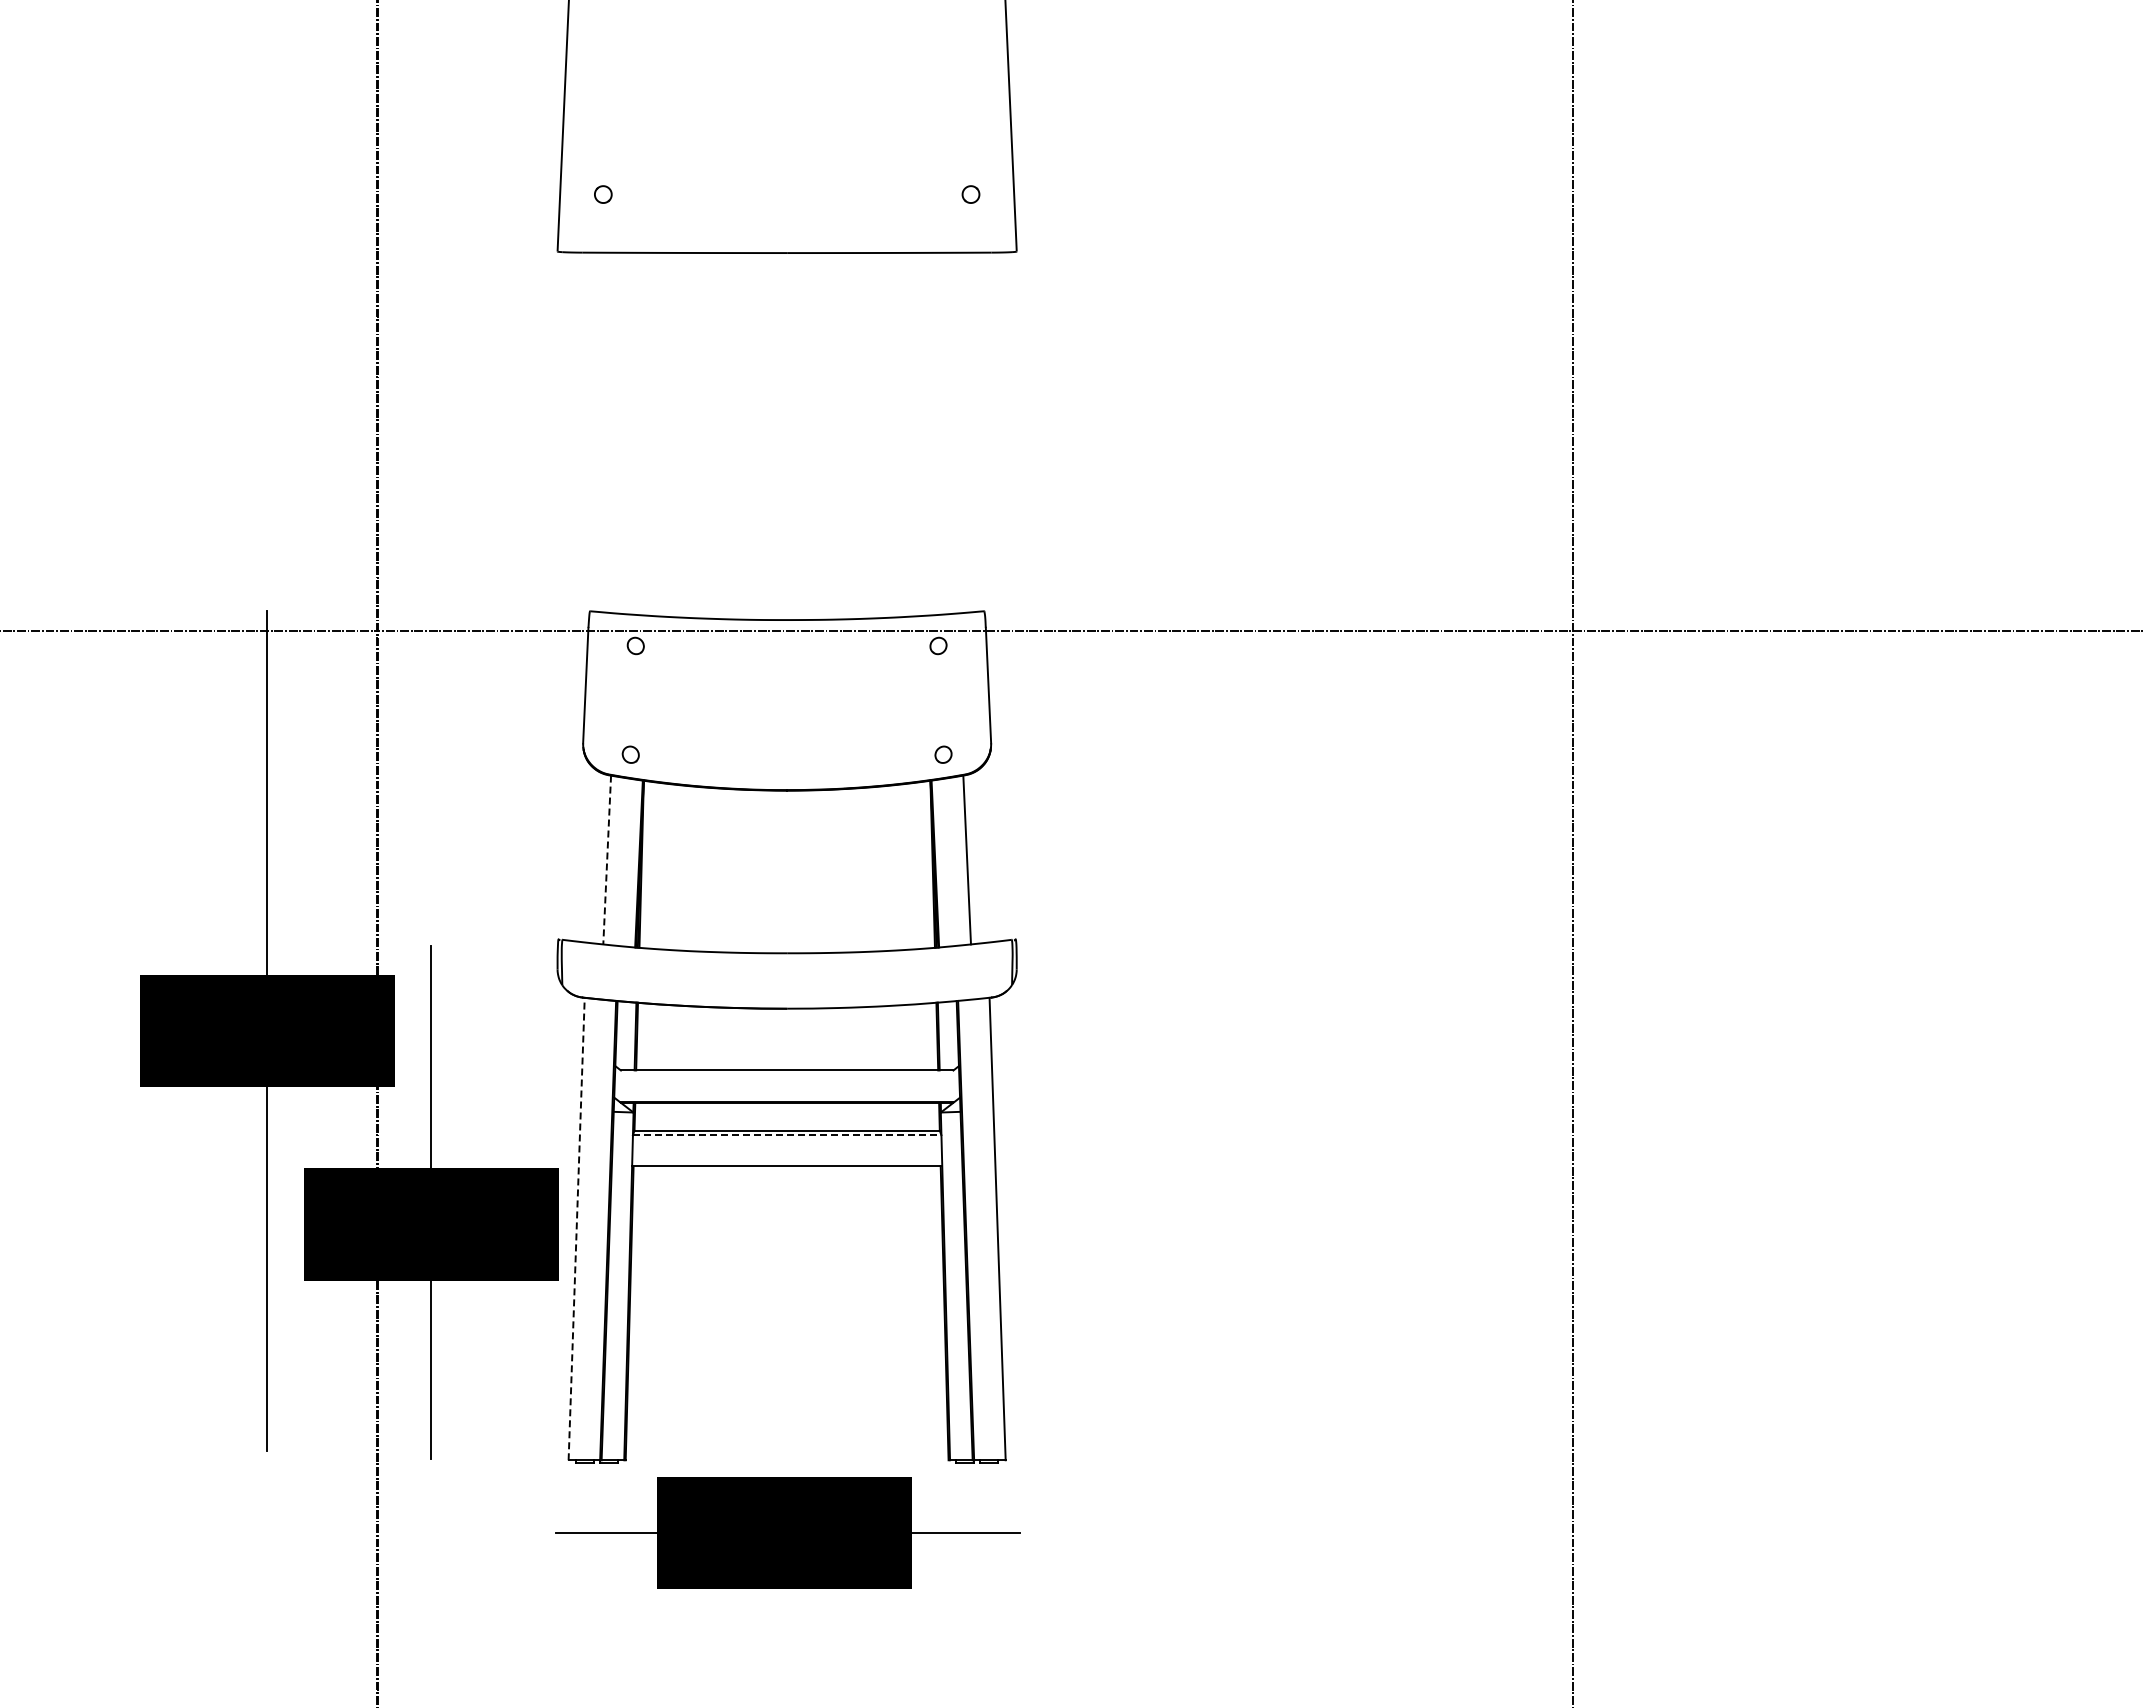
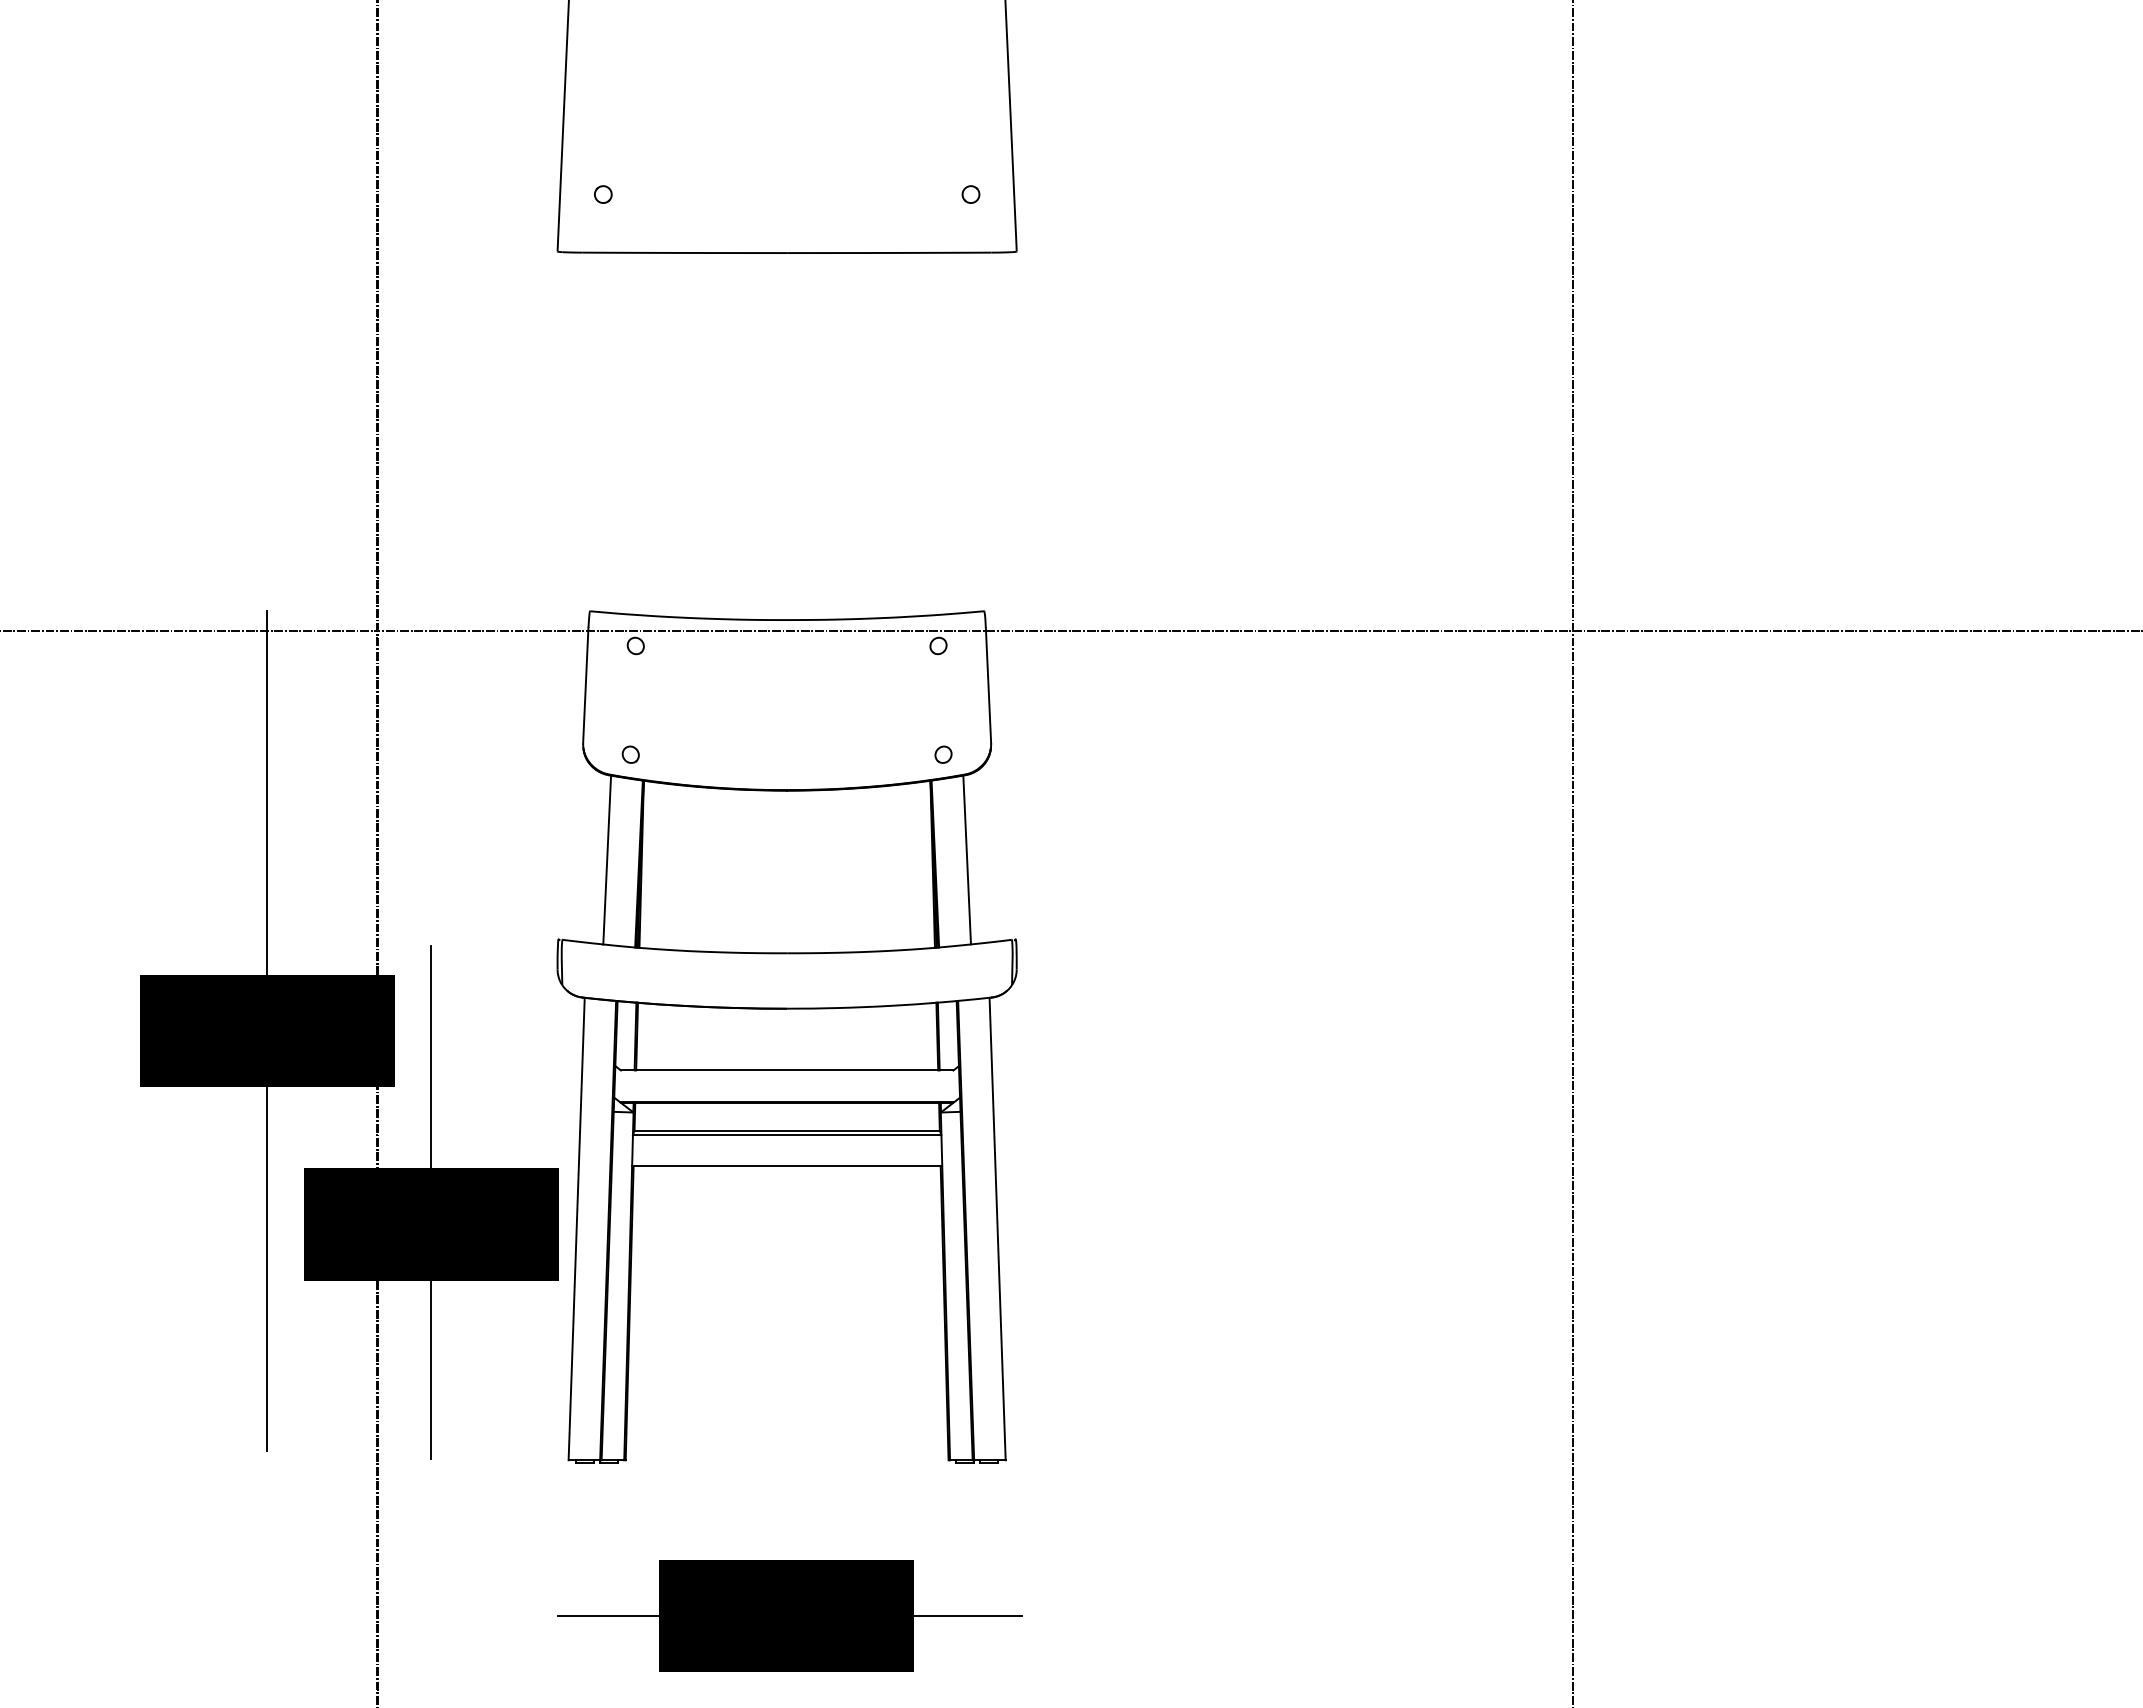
line at (607, 860): dashed -> solid
line at (787, 1135): dashed -> solid
line at (576, 1228): dashed -> solid
part at (787, 1532) position: (787, 1532) -> (789, 1615)
